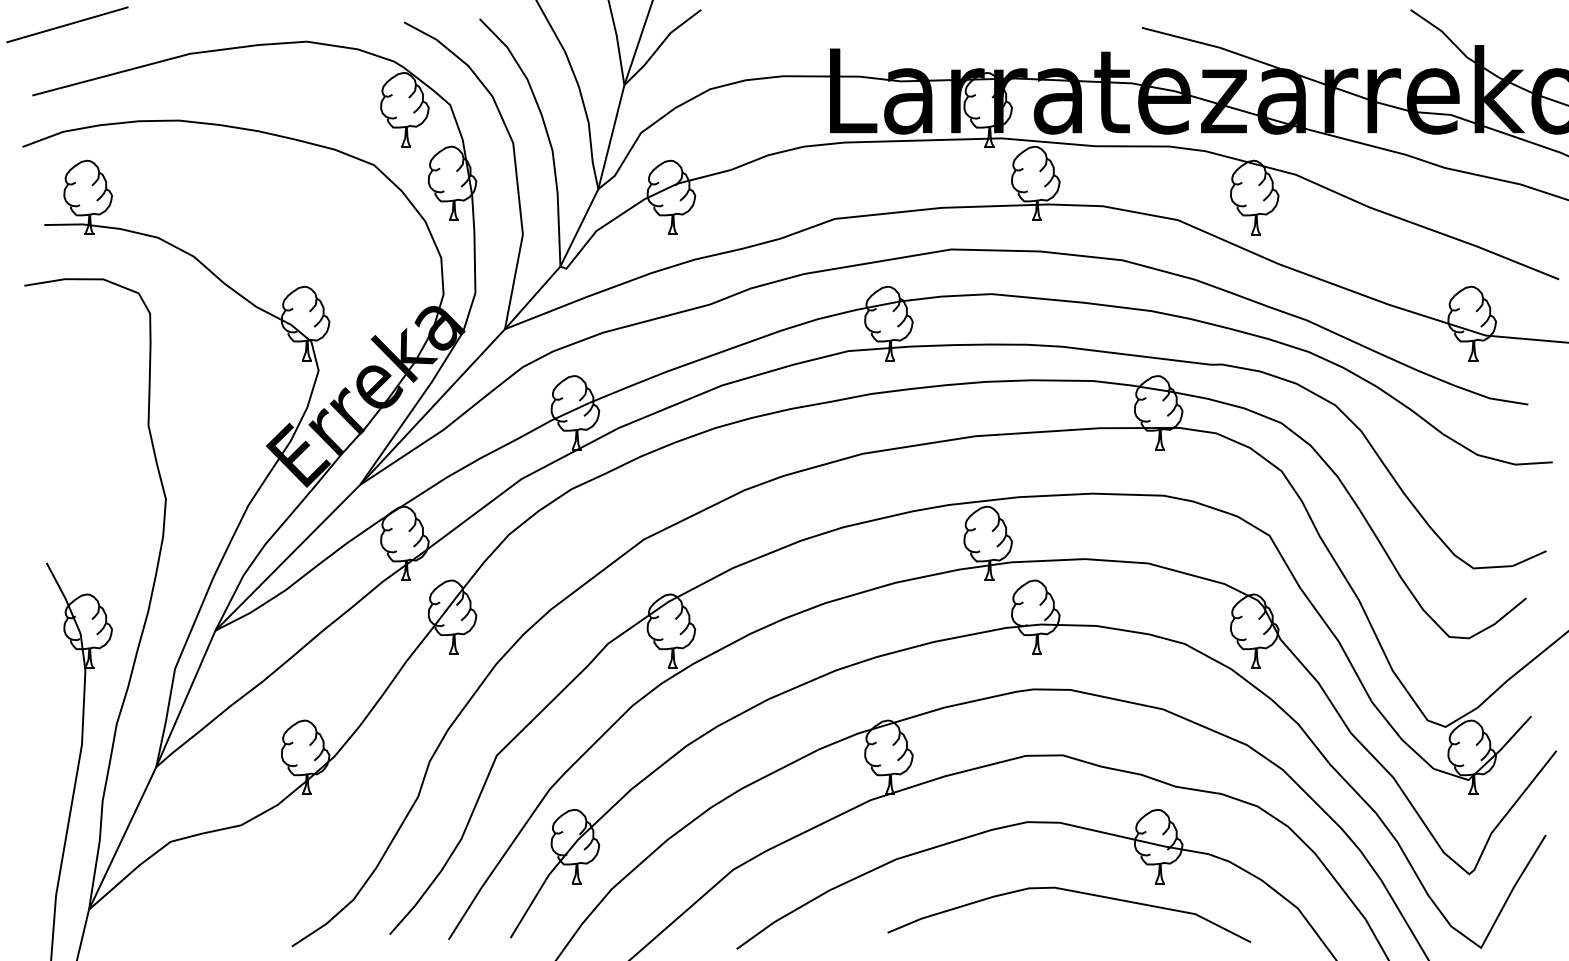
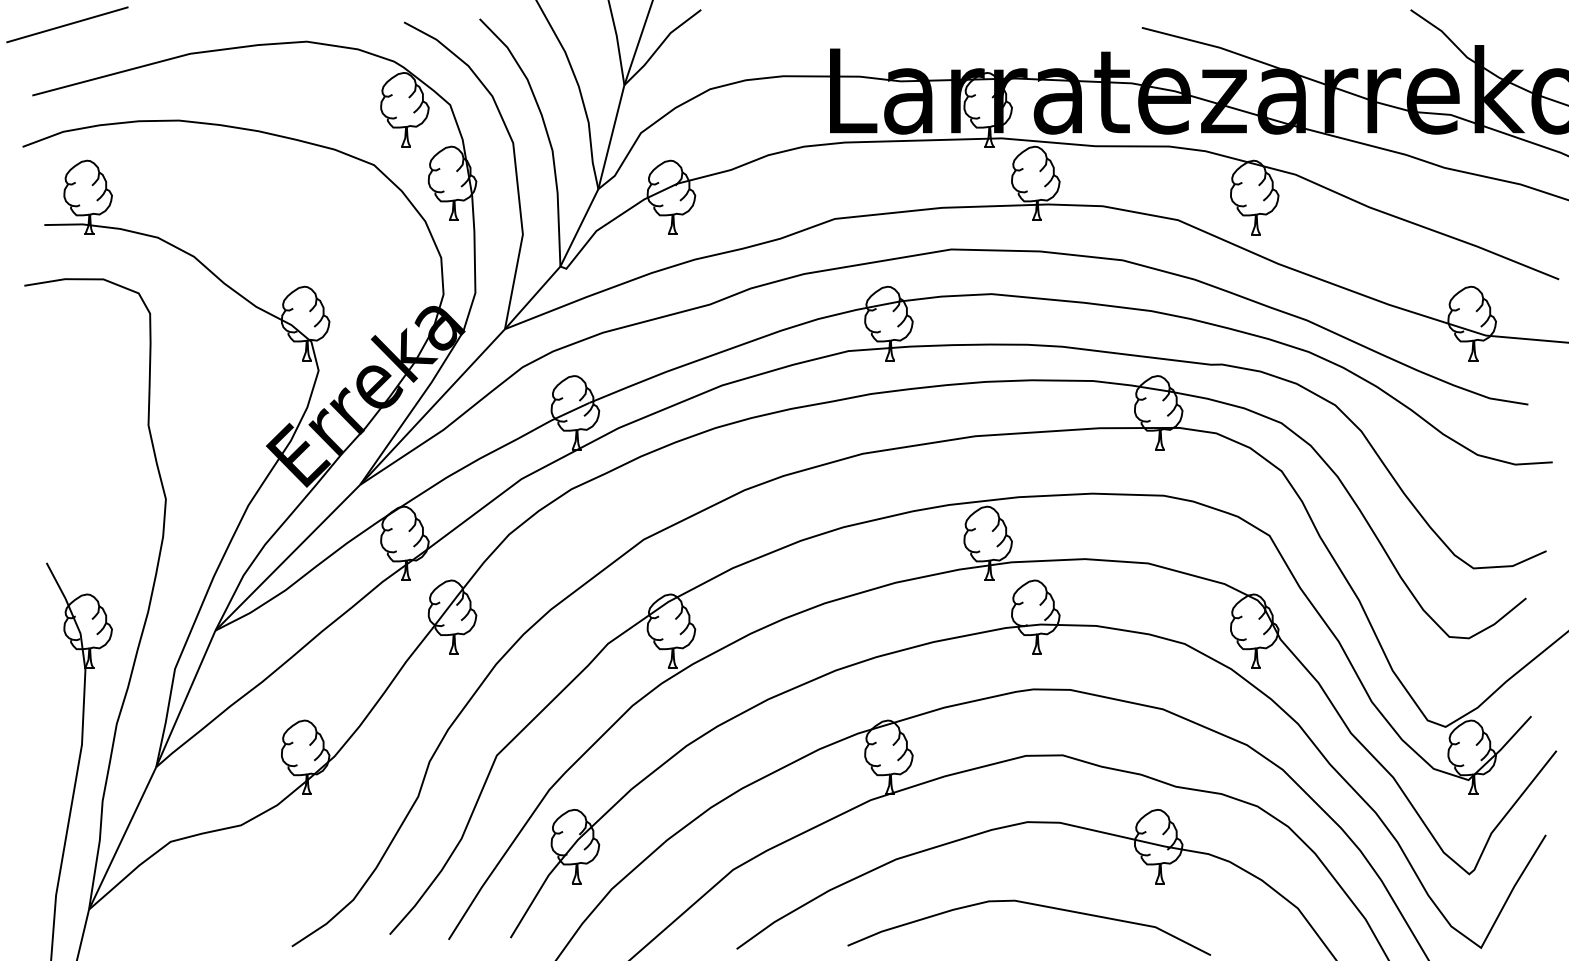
curve at (1073, 892) position: (1073, 892) -> (1033, 905)
